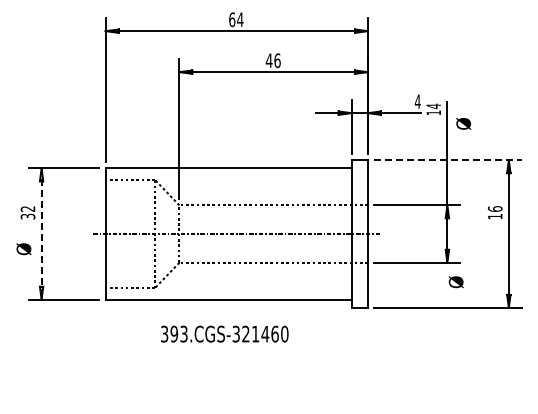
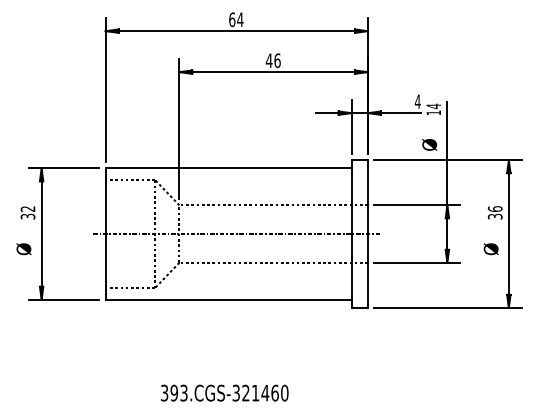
text at (463, 123) position: (463, 123) -> (429, 144)
line at (448, 160): dashed -> solid
text at (494, 216): 16 -> 36
line at (41, 234): dashed -> solid
text at (455, 282) position: (455, 282) -> (490, 249)
text at (224, 333) position: (224, 333) -> (224, 392)
